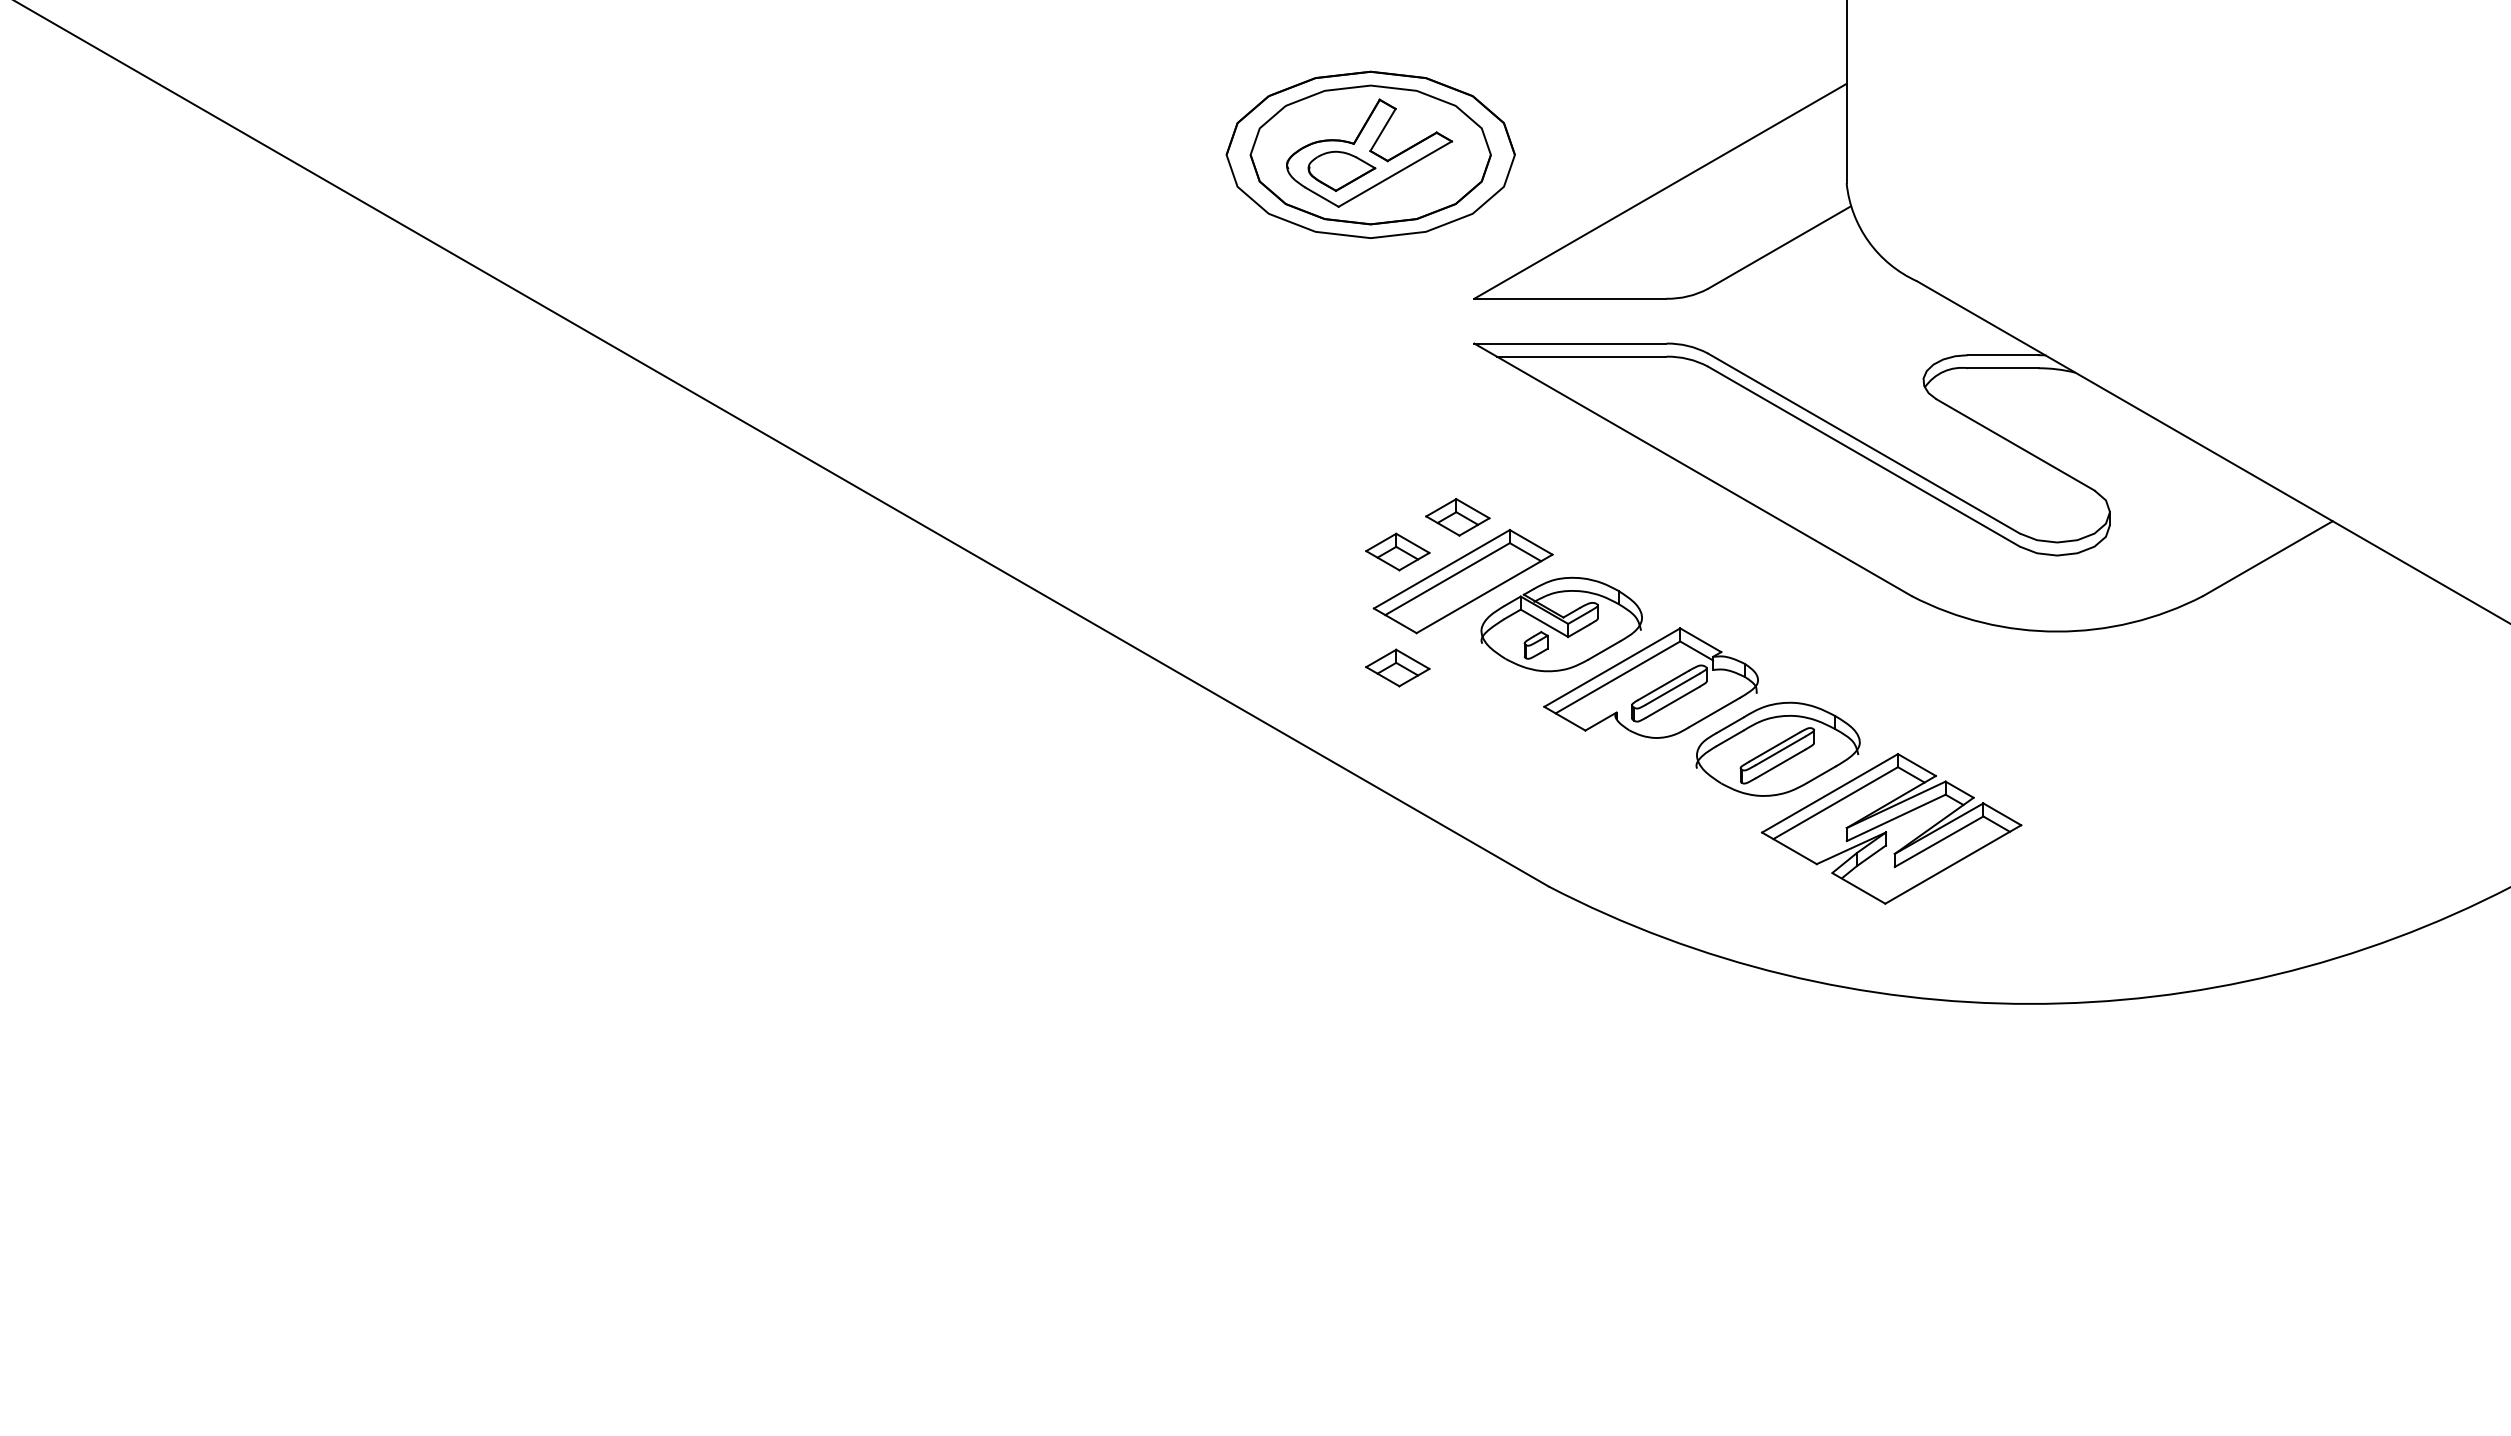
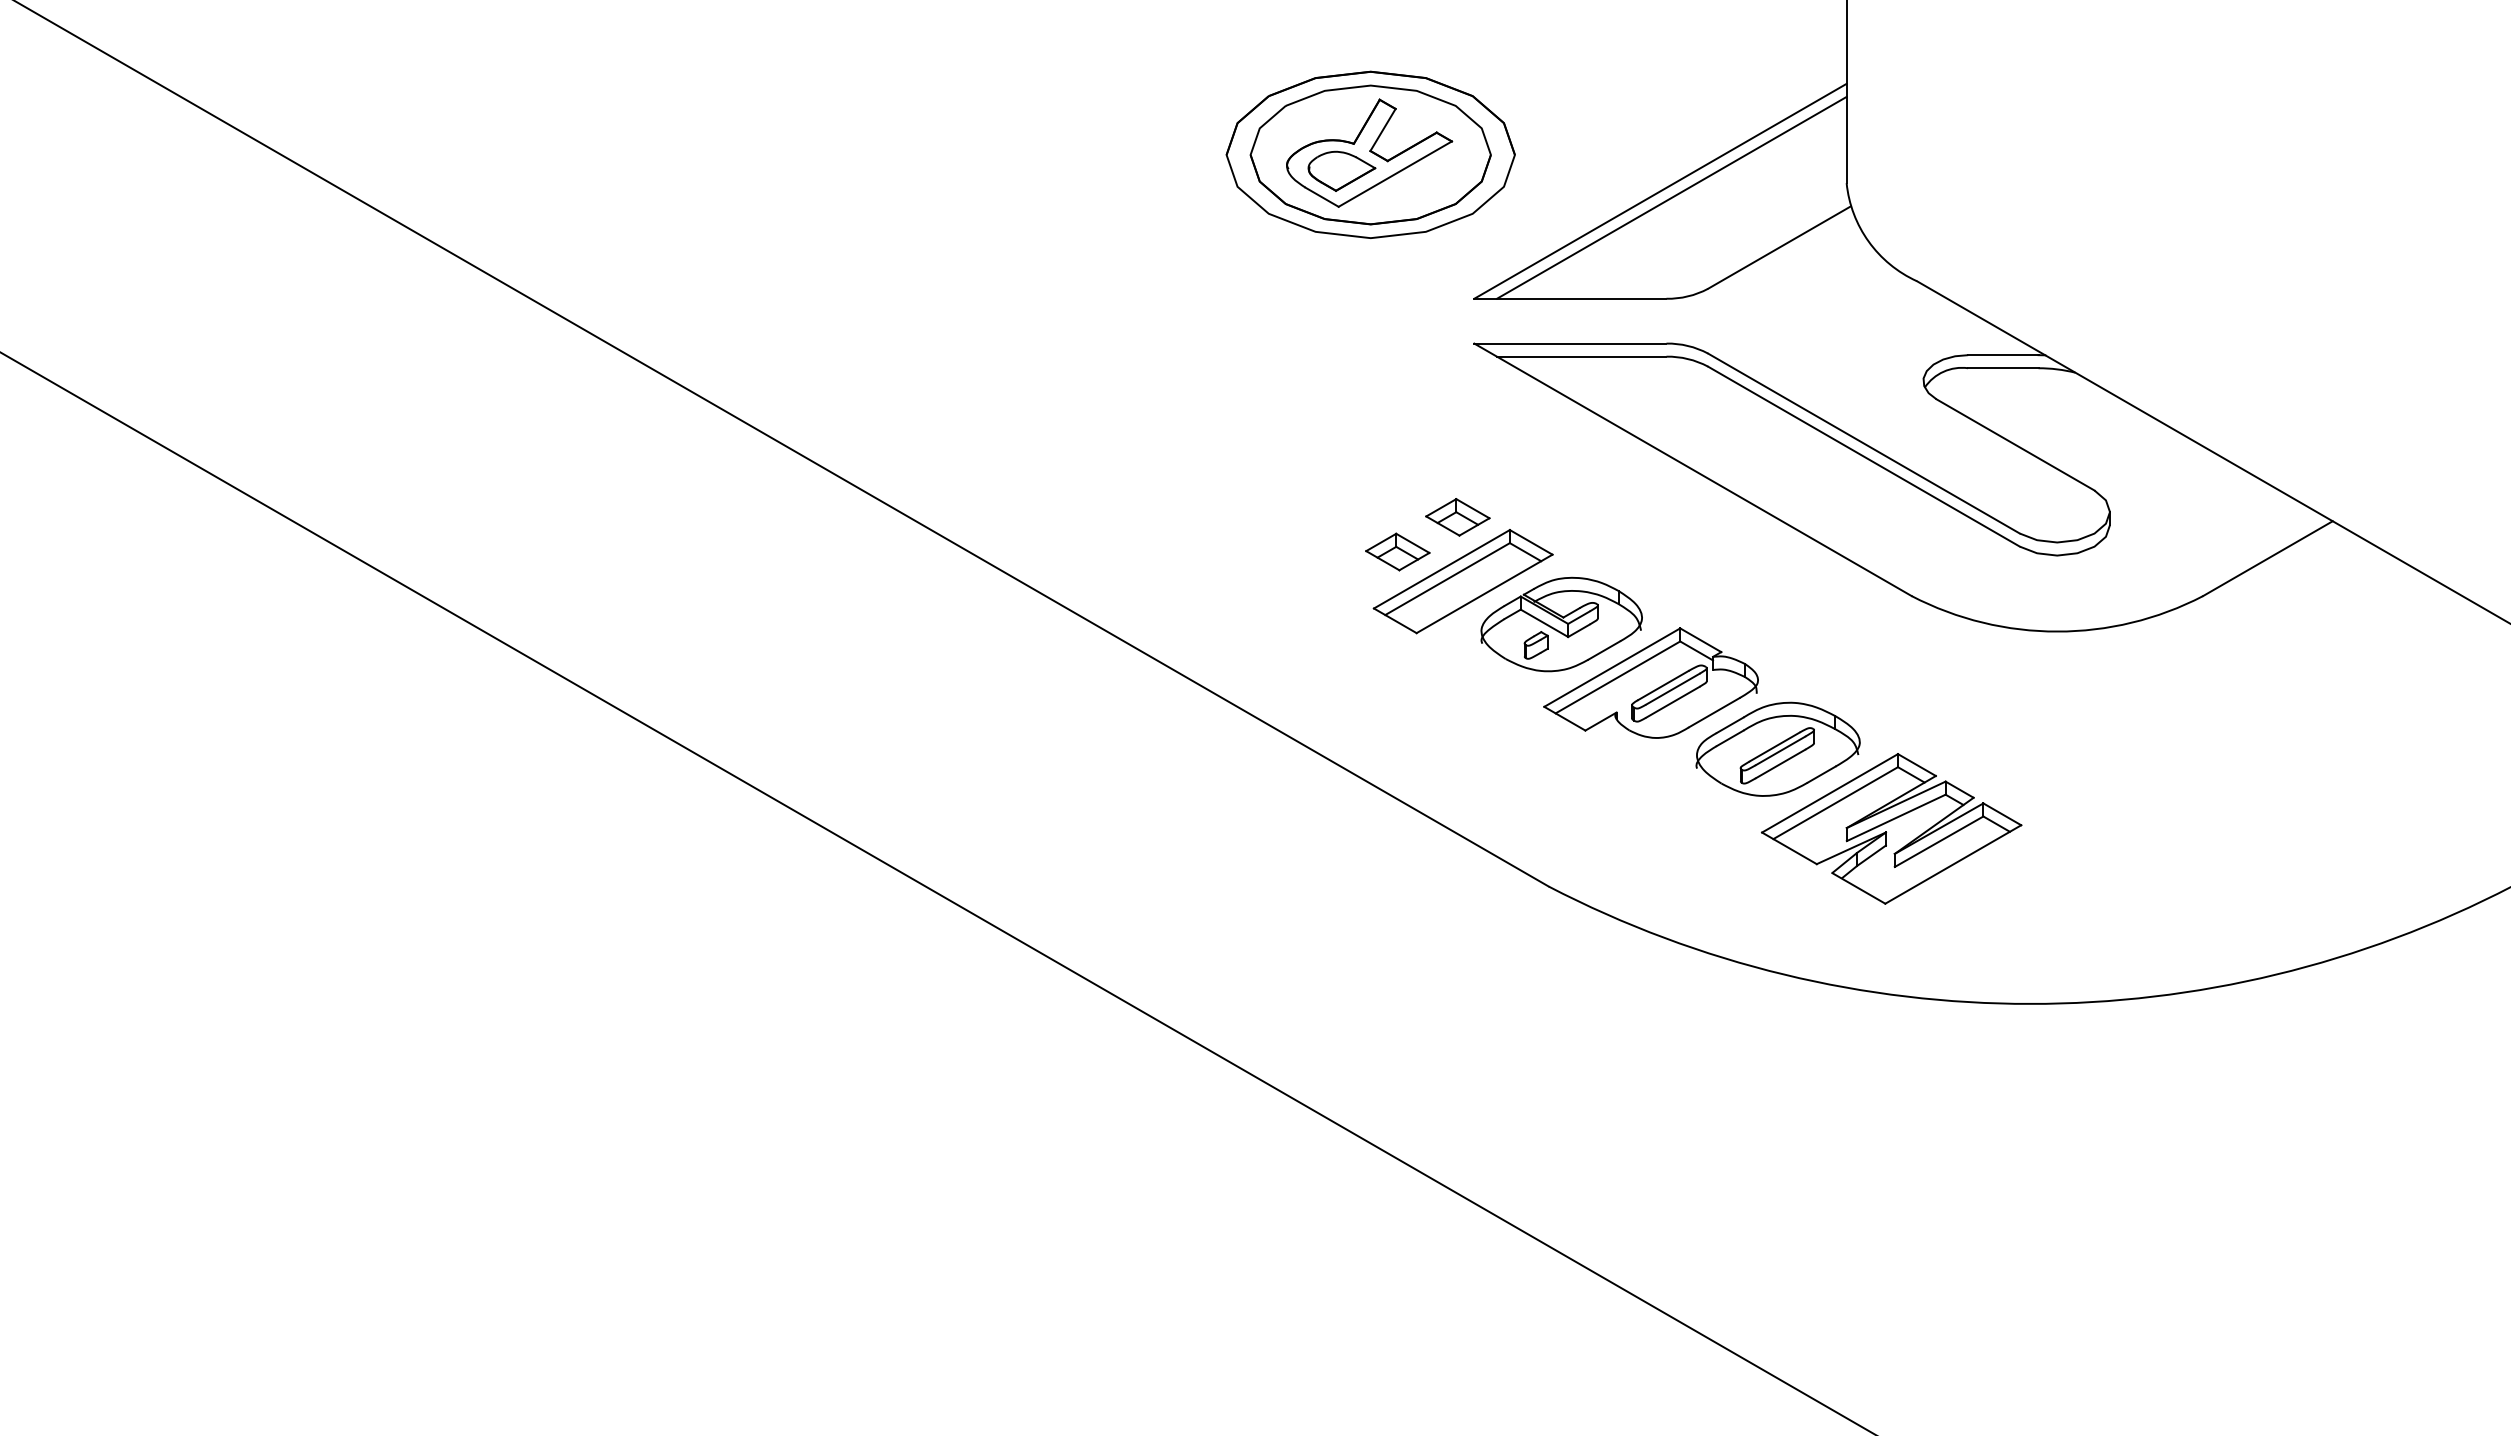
line at (1671, 197): none -> present
part at (1397, 667): present -> none
line at (937, 892): none -> present
